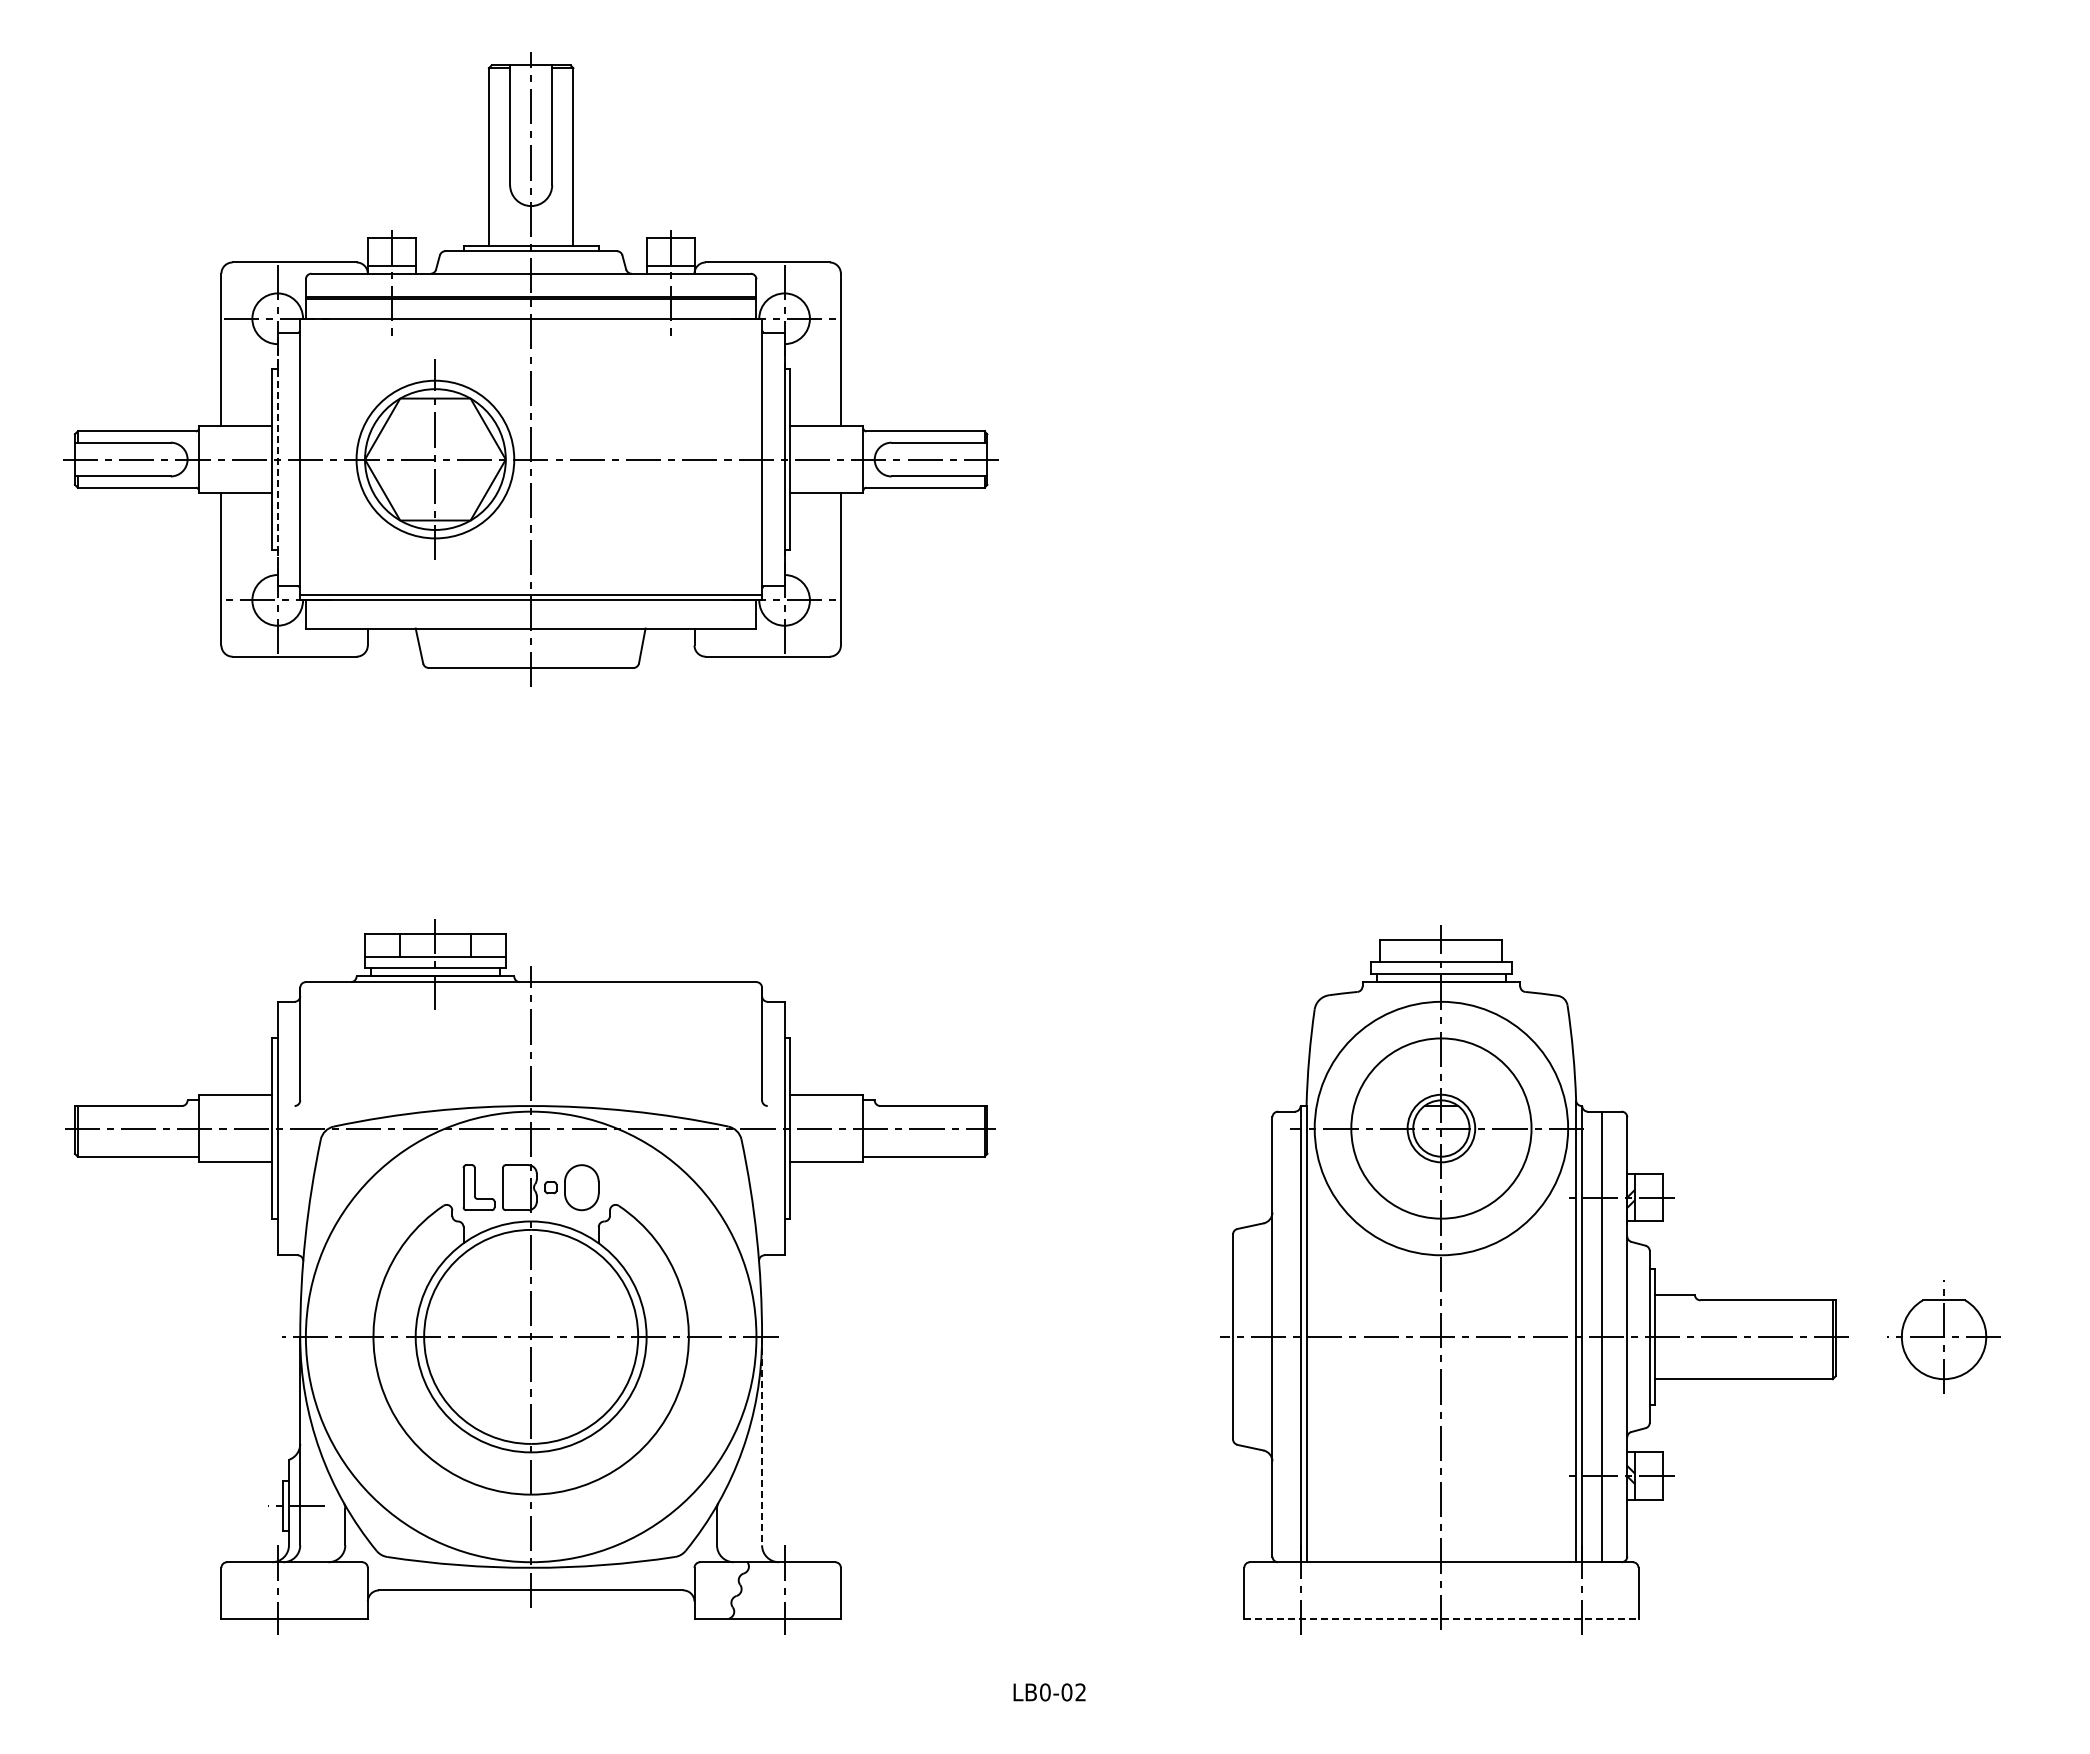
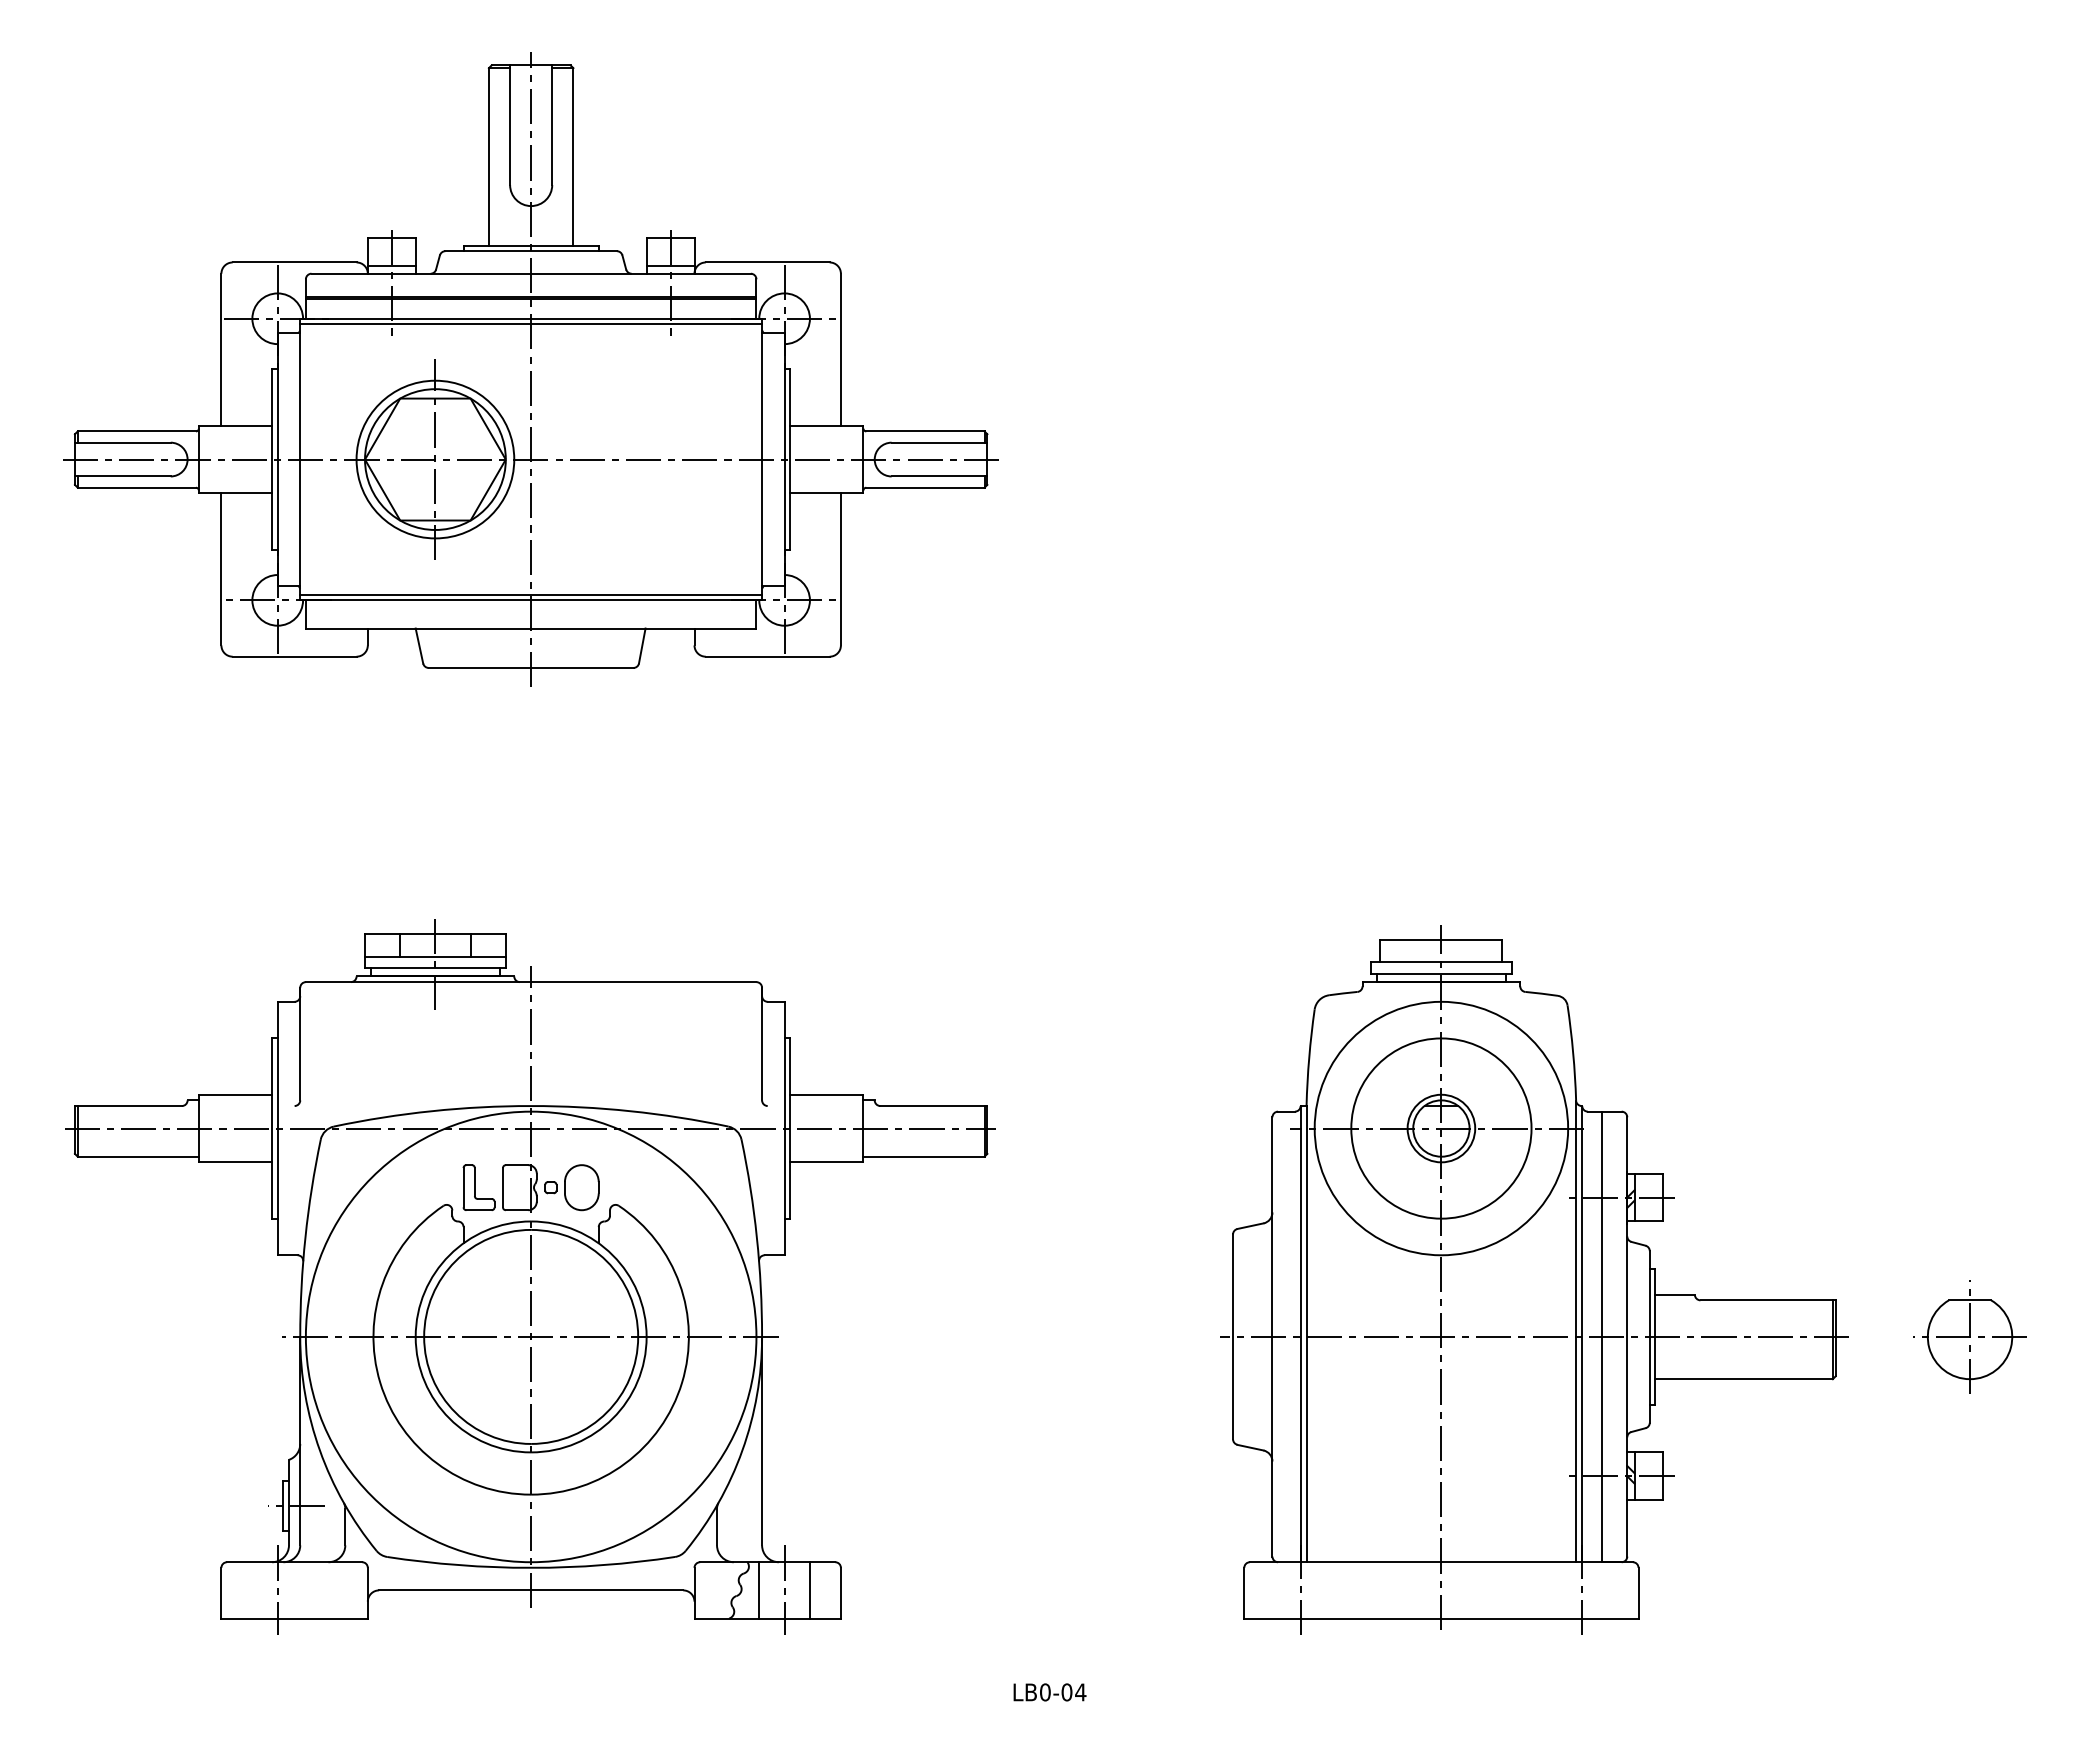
line at (531, 324): none -> present
line at (277, 459): dashed -> solid
part at (1943, 1336) position: (1943, 1336) -> (1969, 1336)
line at (762, 1441): dashed -> solid
line at (759, 1590): none -> present
line at (810, 1590): none -> present
line at (1441, 1618): dashed -> solid
text at (1080, 1692): LB0-02 -> LB0-04
